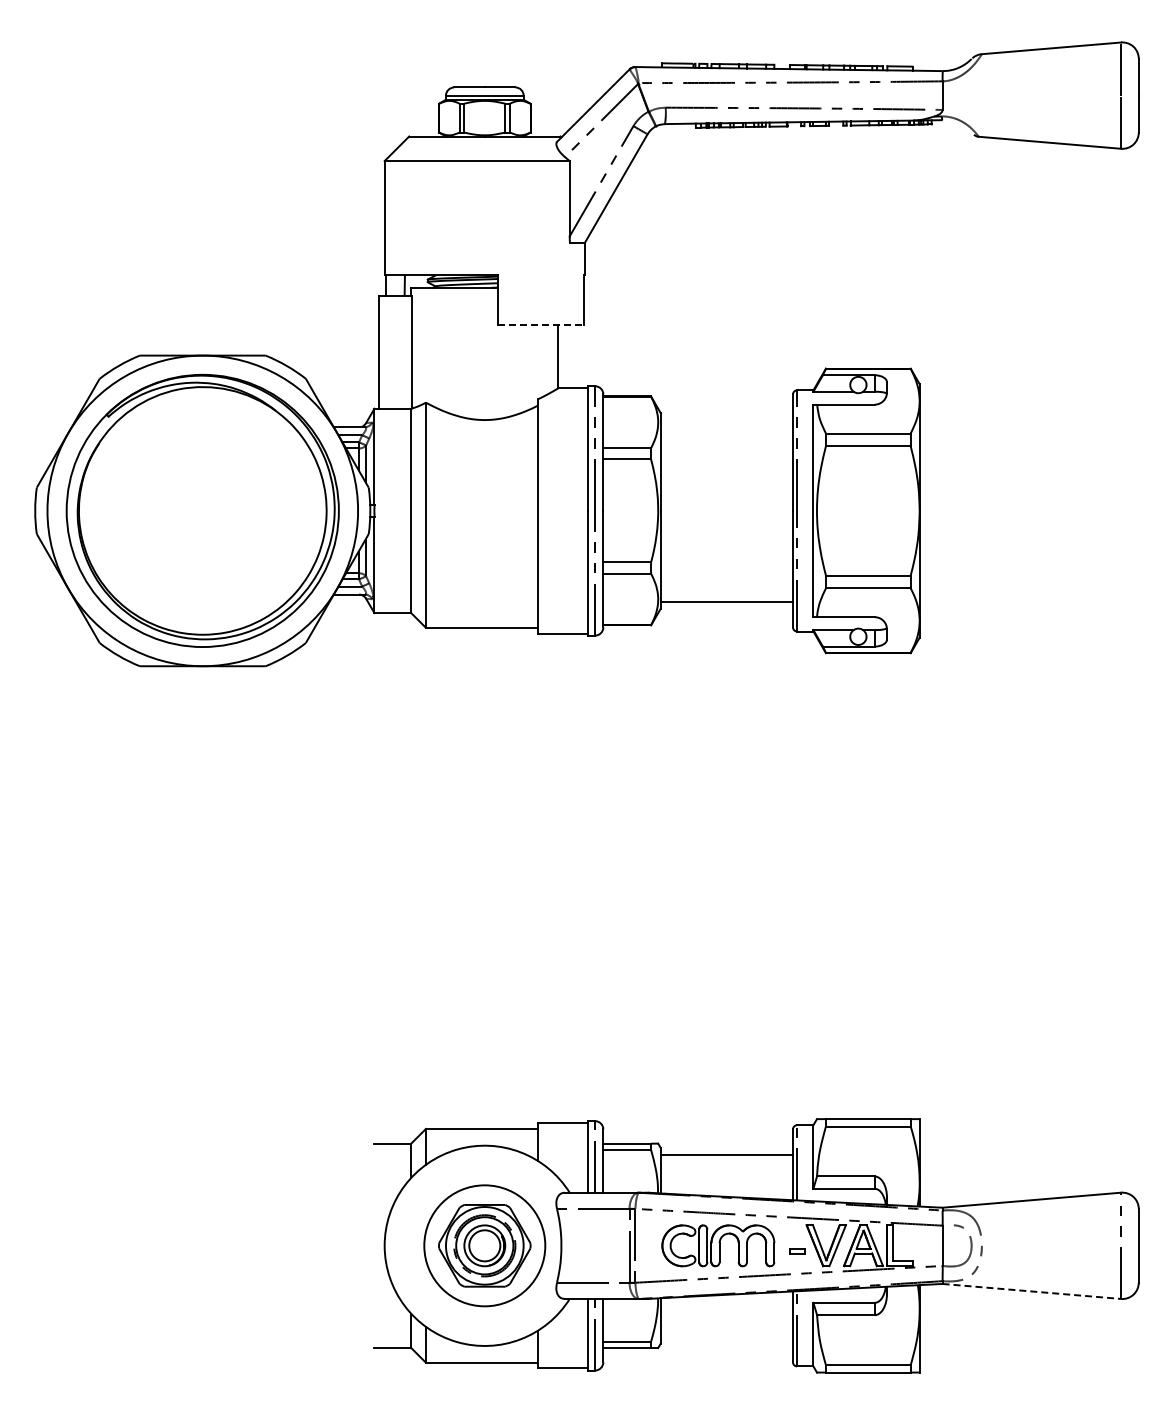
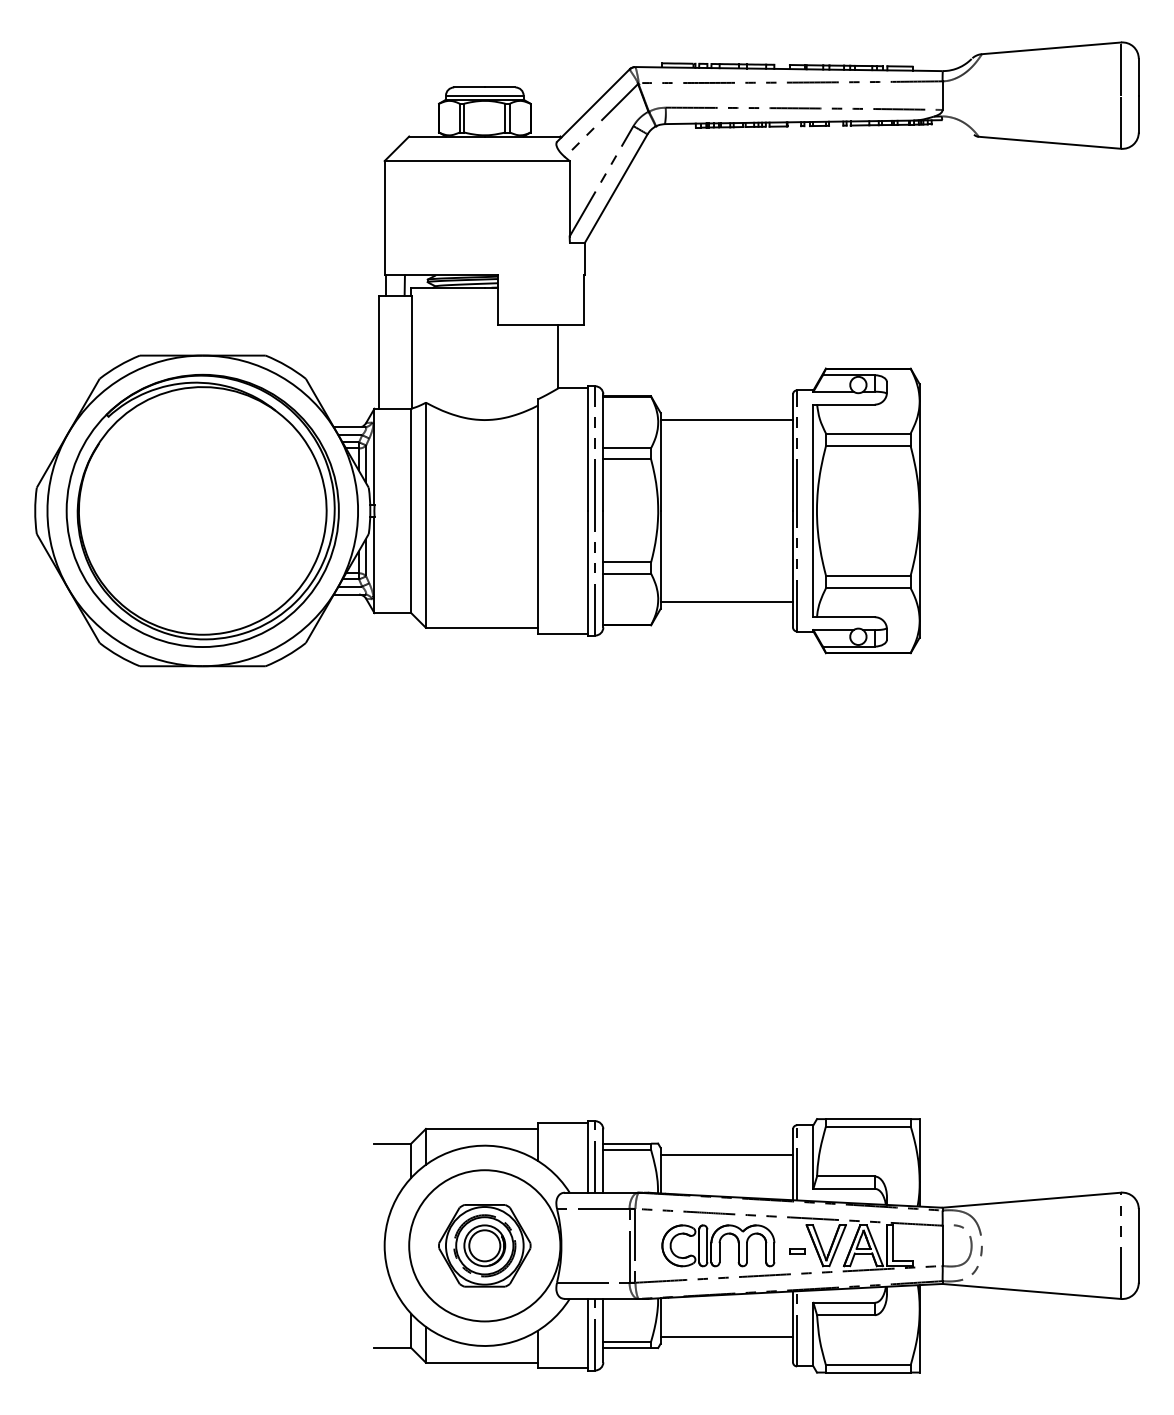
line at (540, 324): dashed -> solid
line at (726, 420): none -> present
circle at (484, 1245) diameter: 121 px -> 151 px
line at (1031, 1291): dashed -> solid
line at (726, 1336): none -> present
